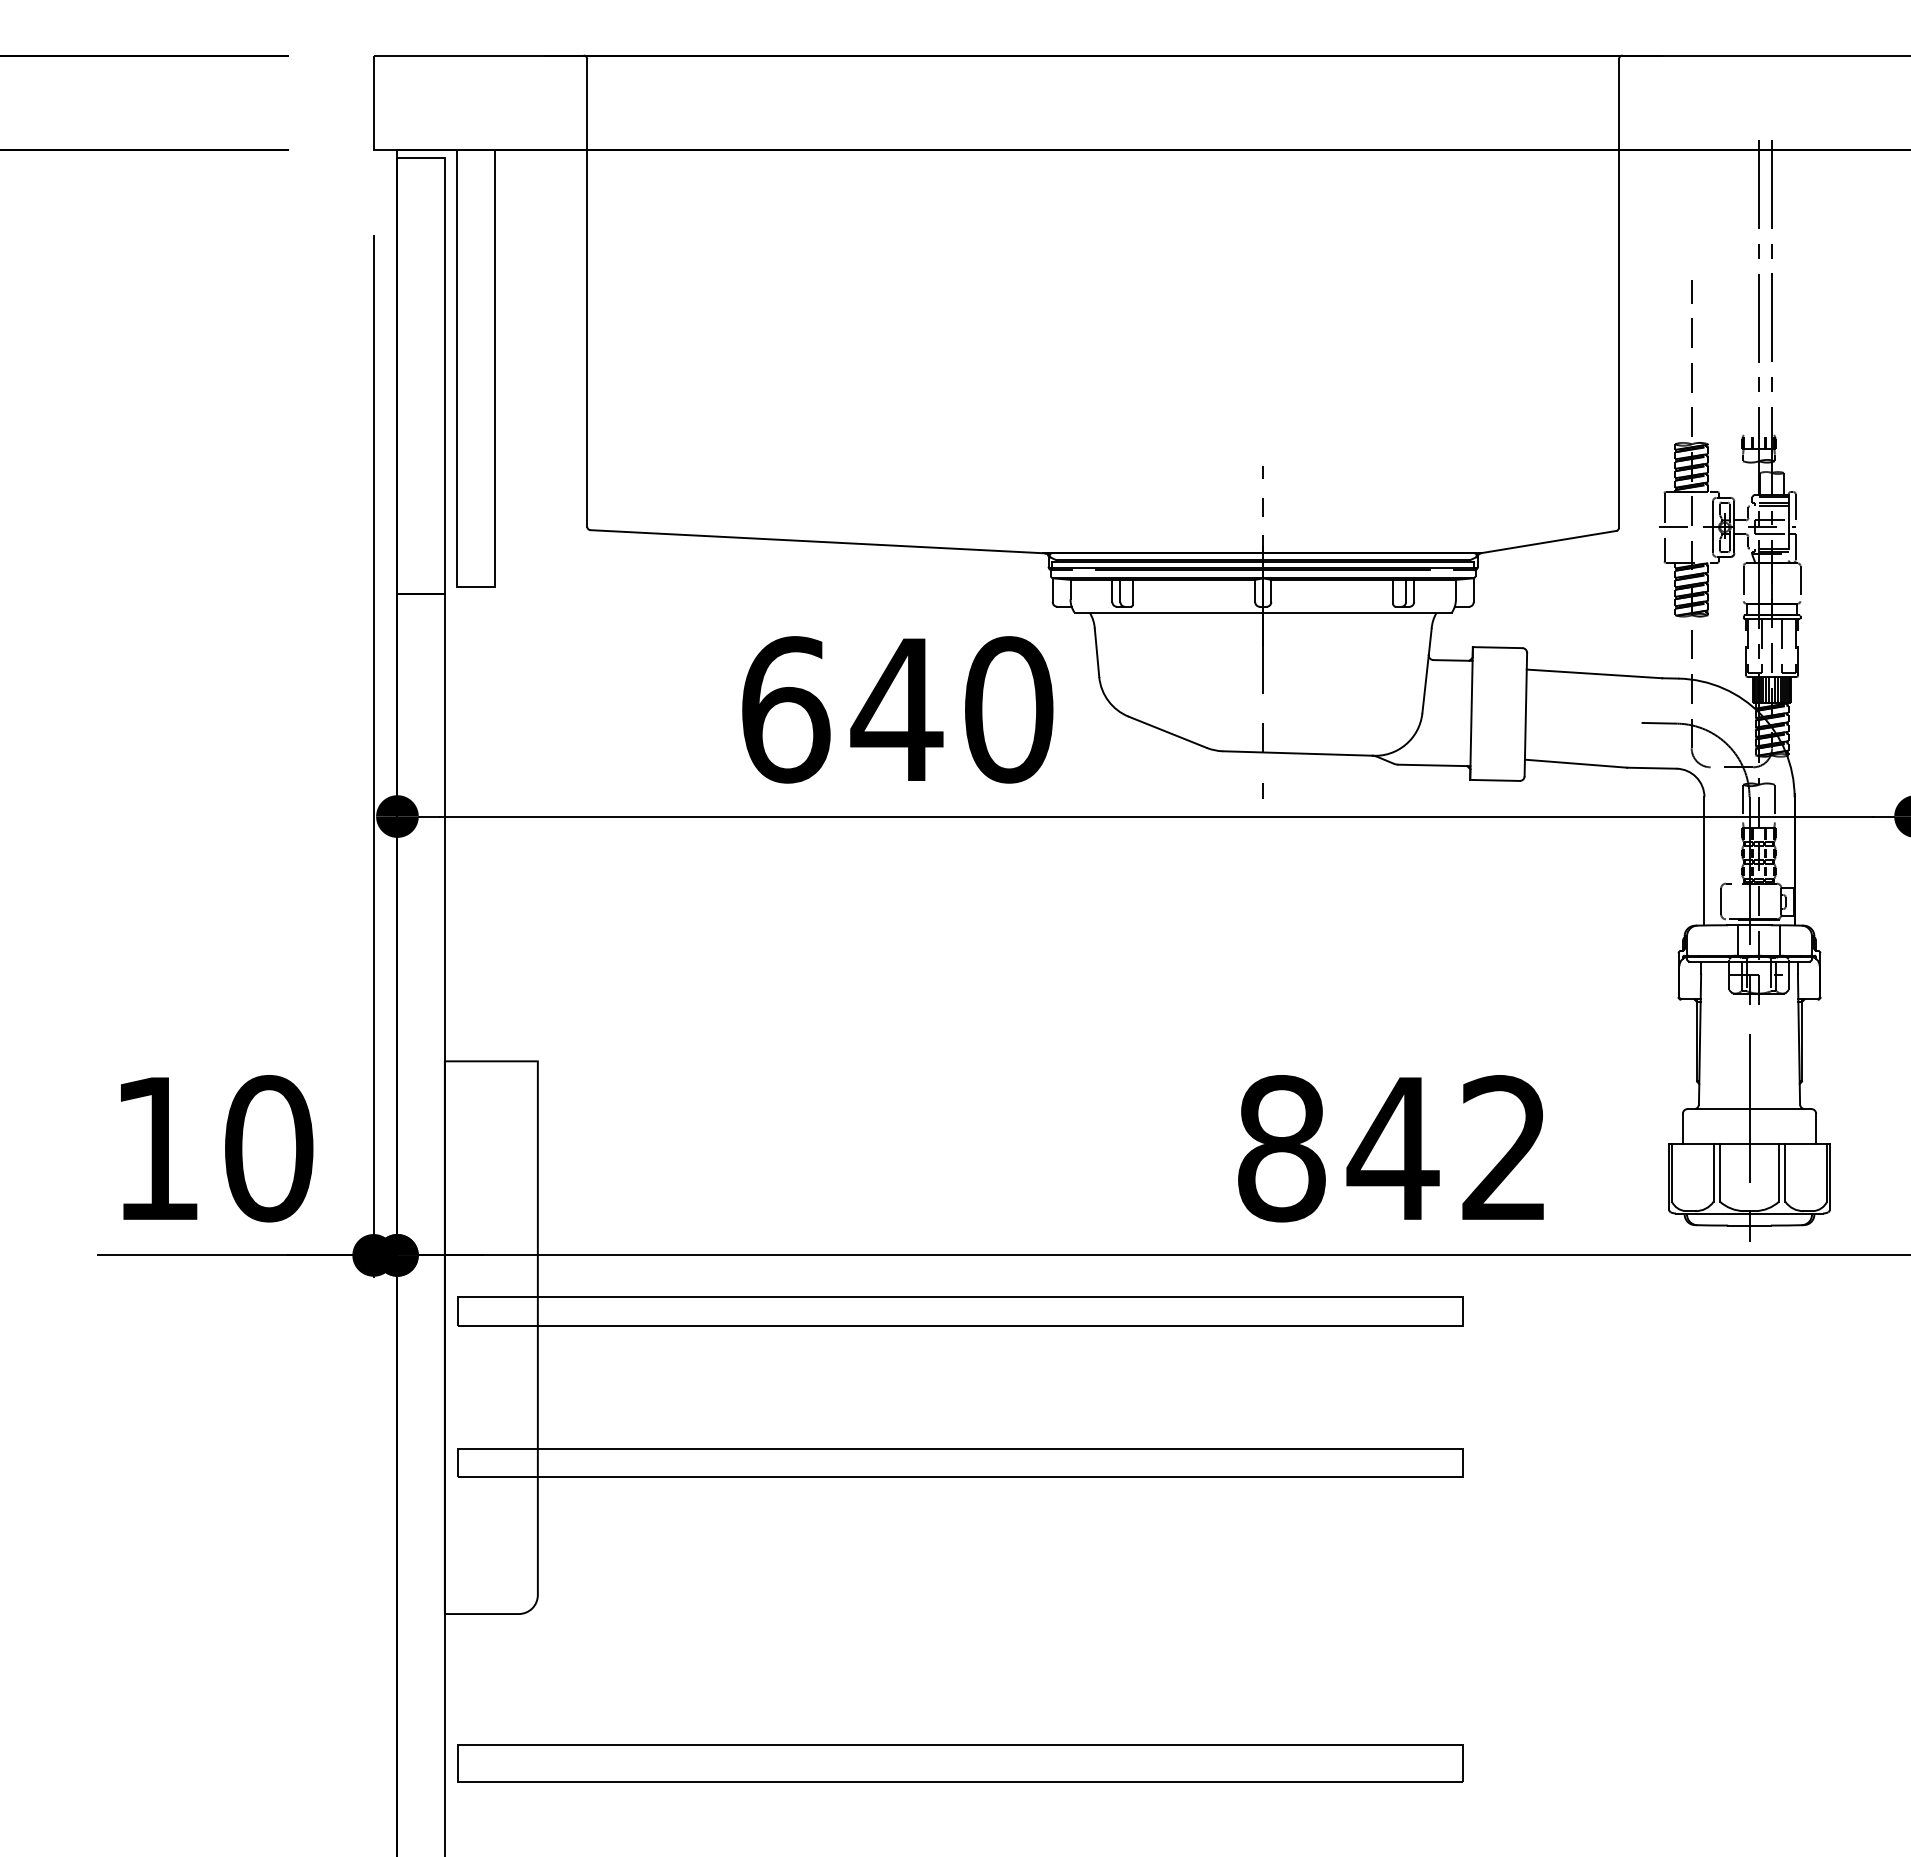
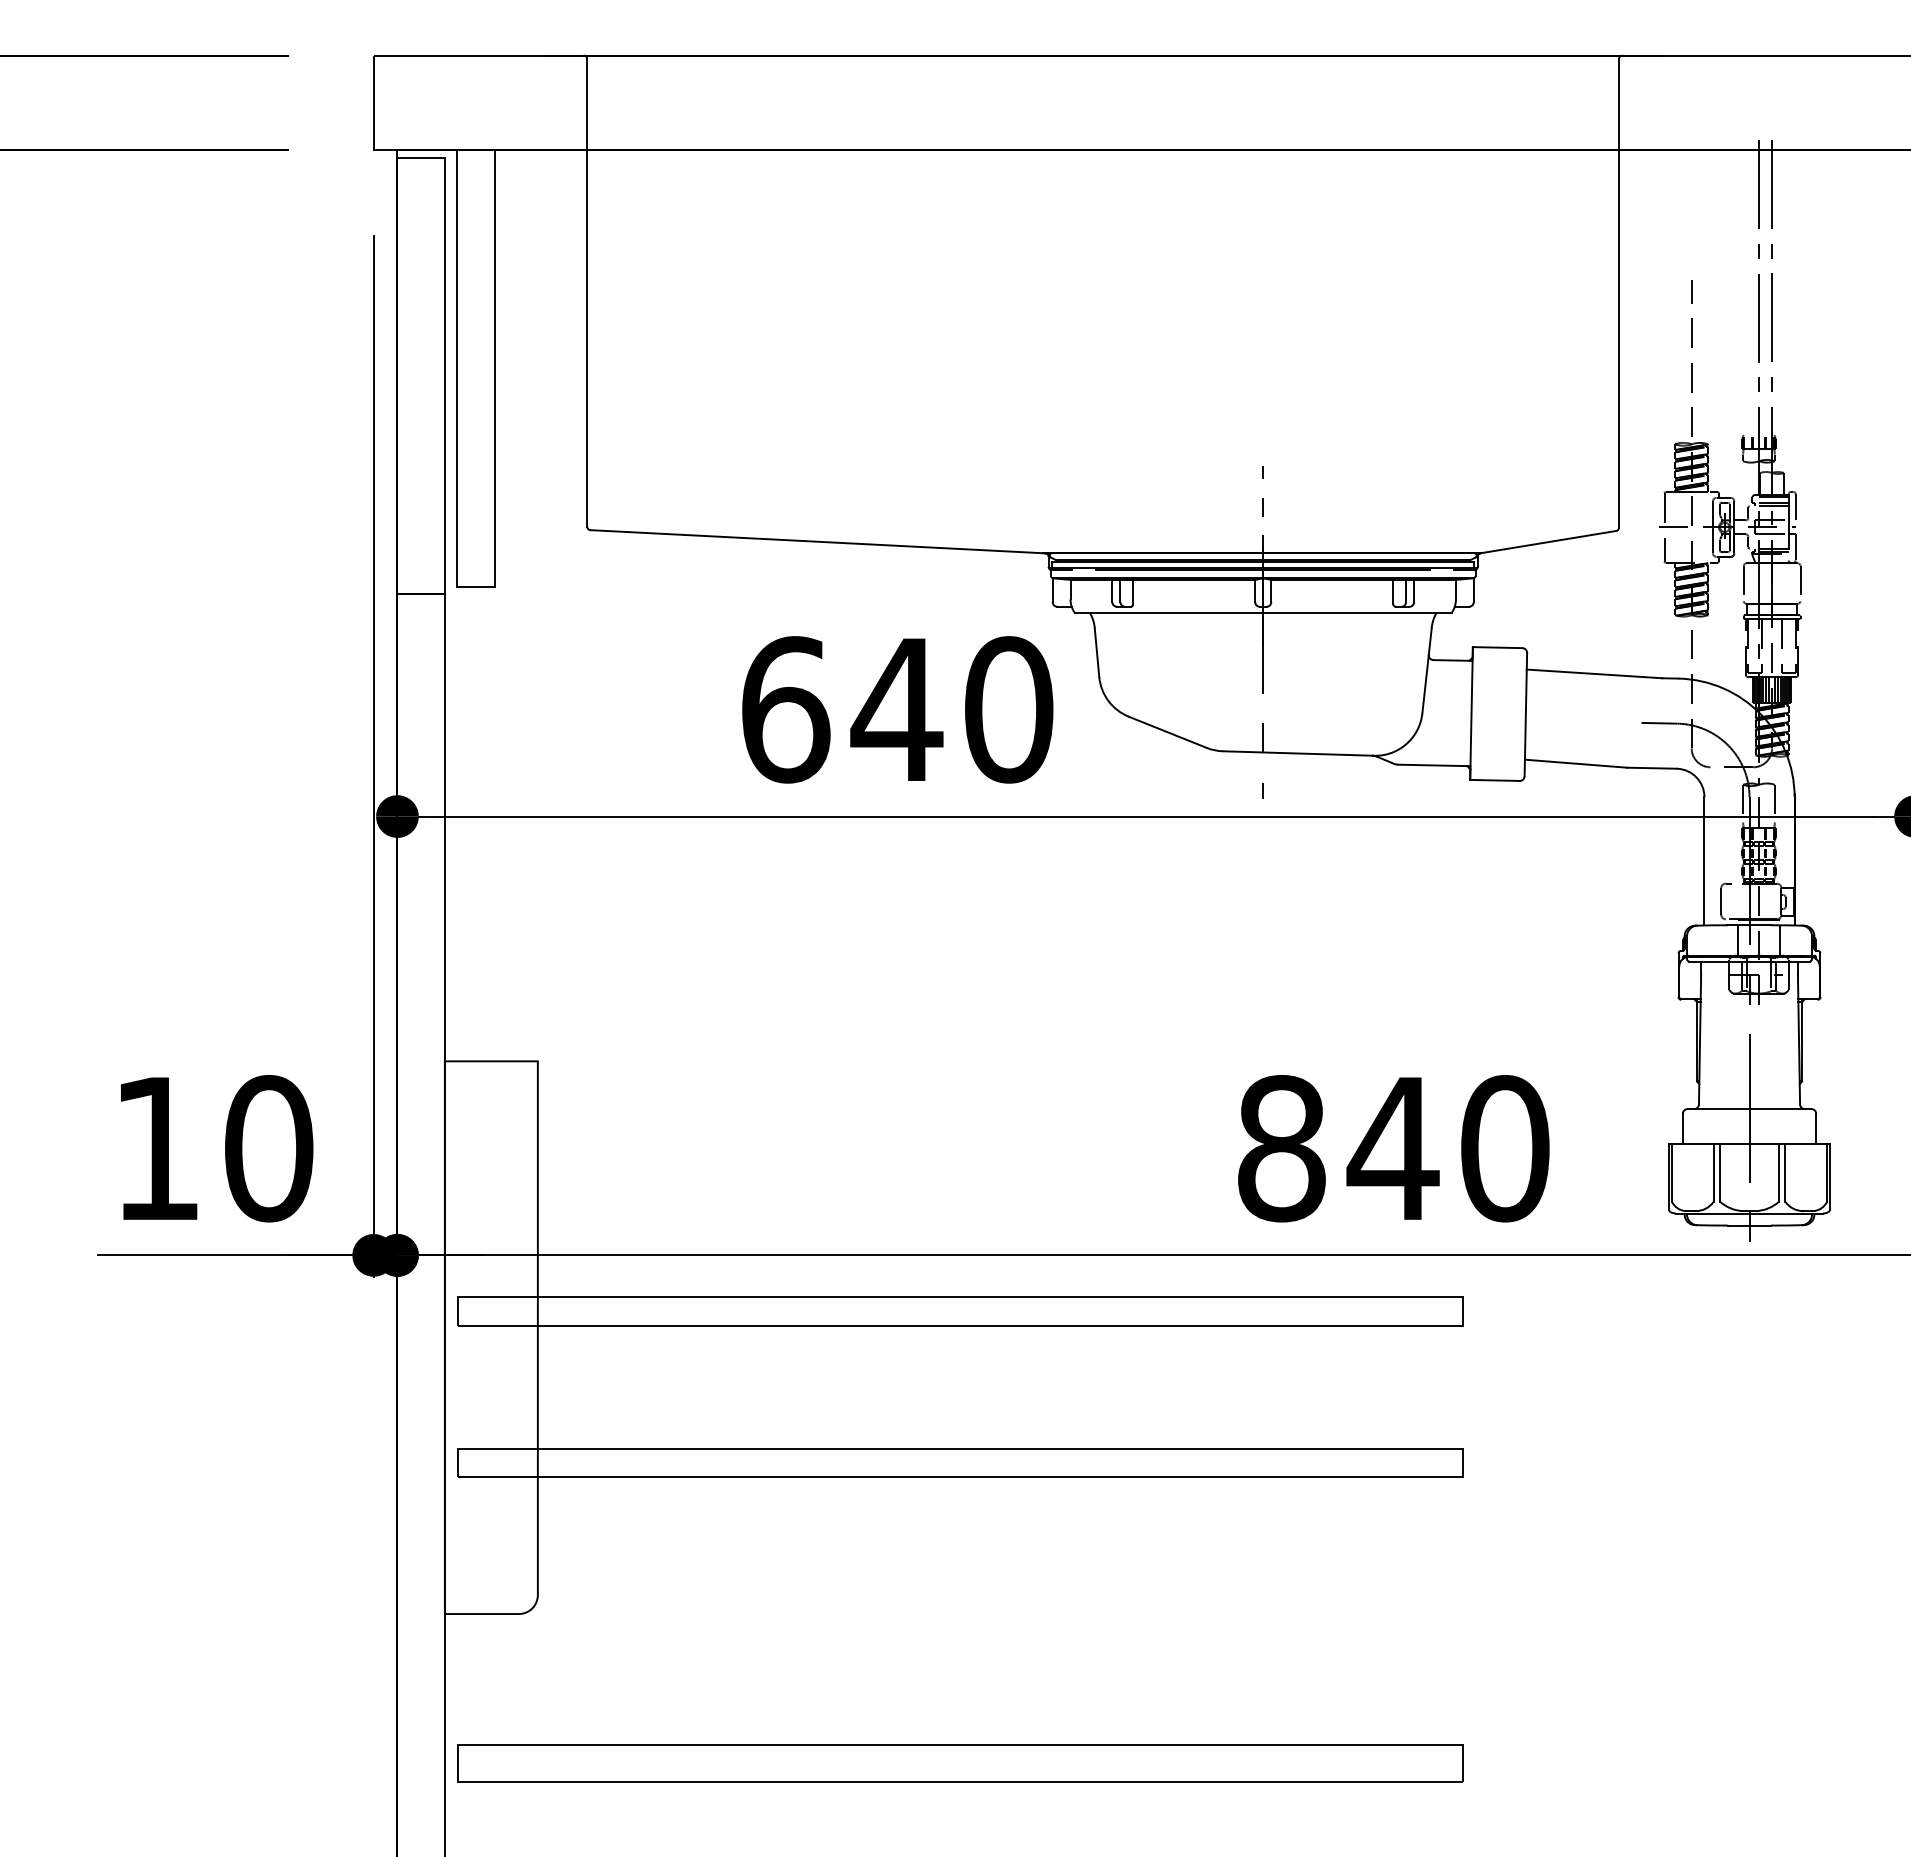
text at (1505, 1148): 842 -> 840
